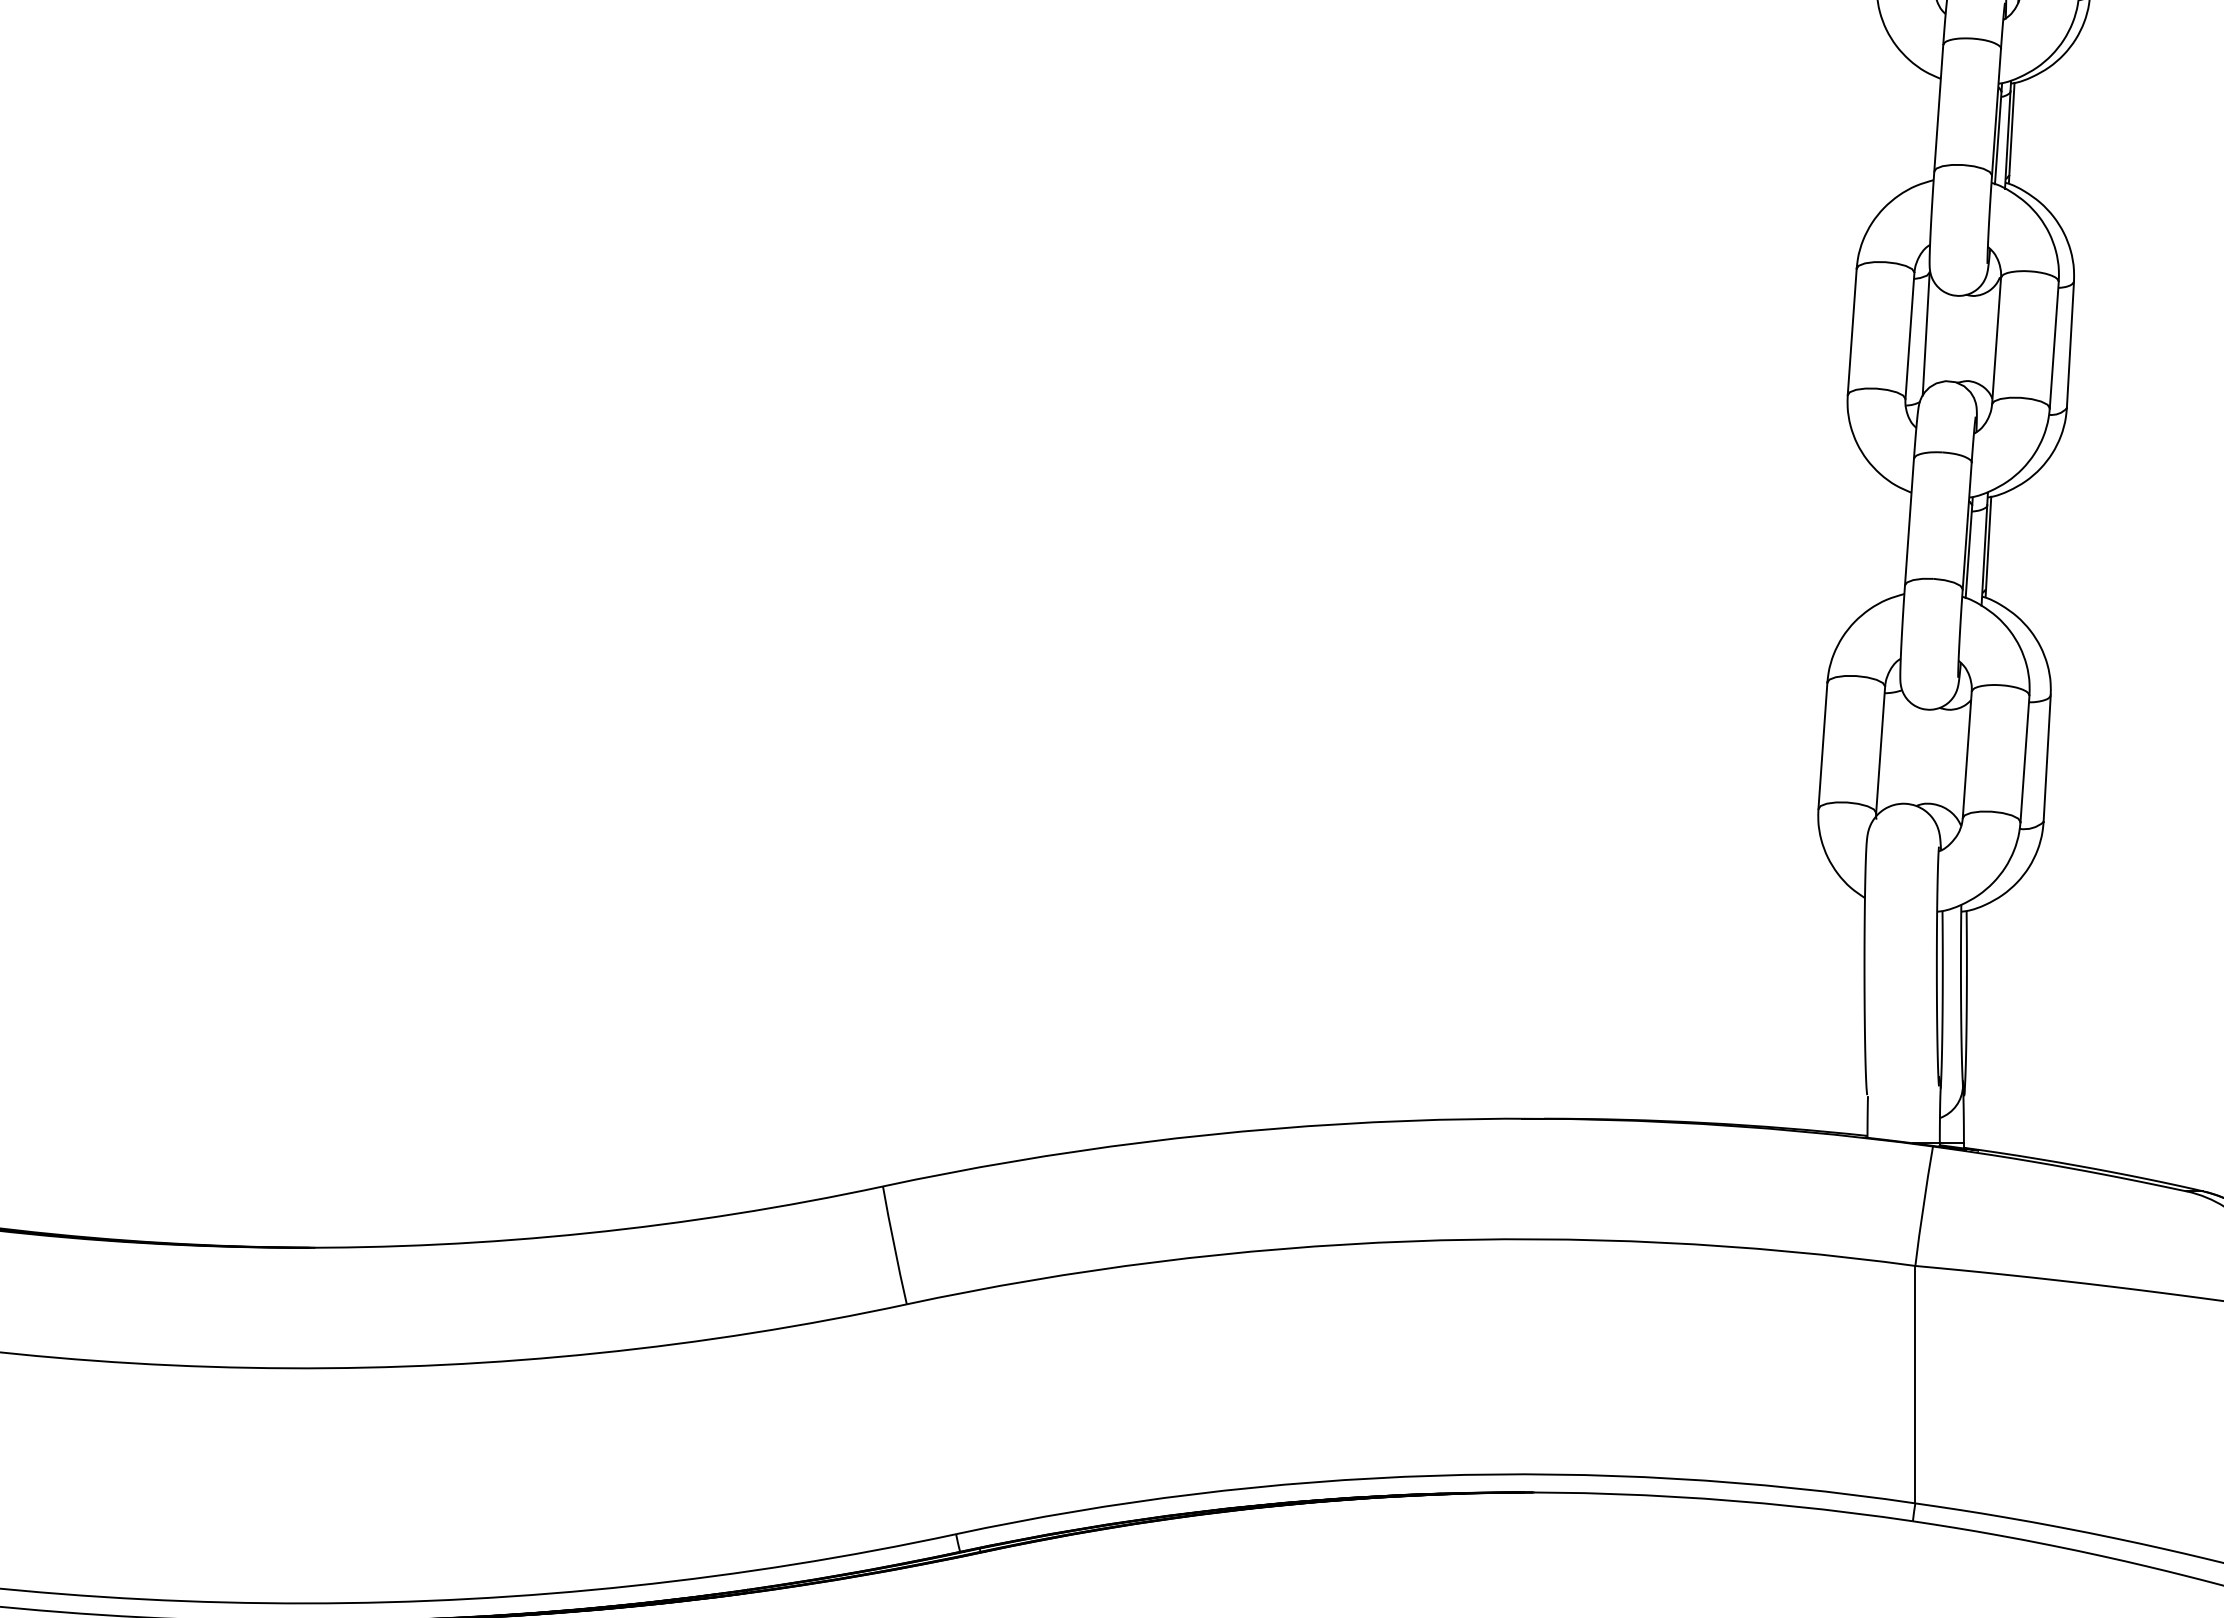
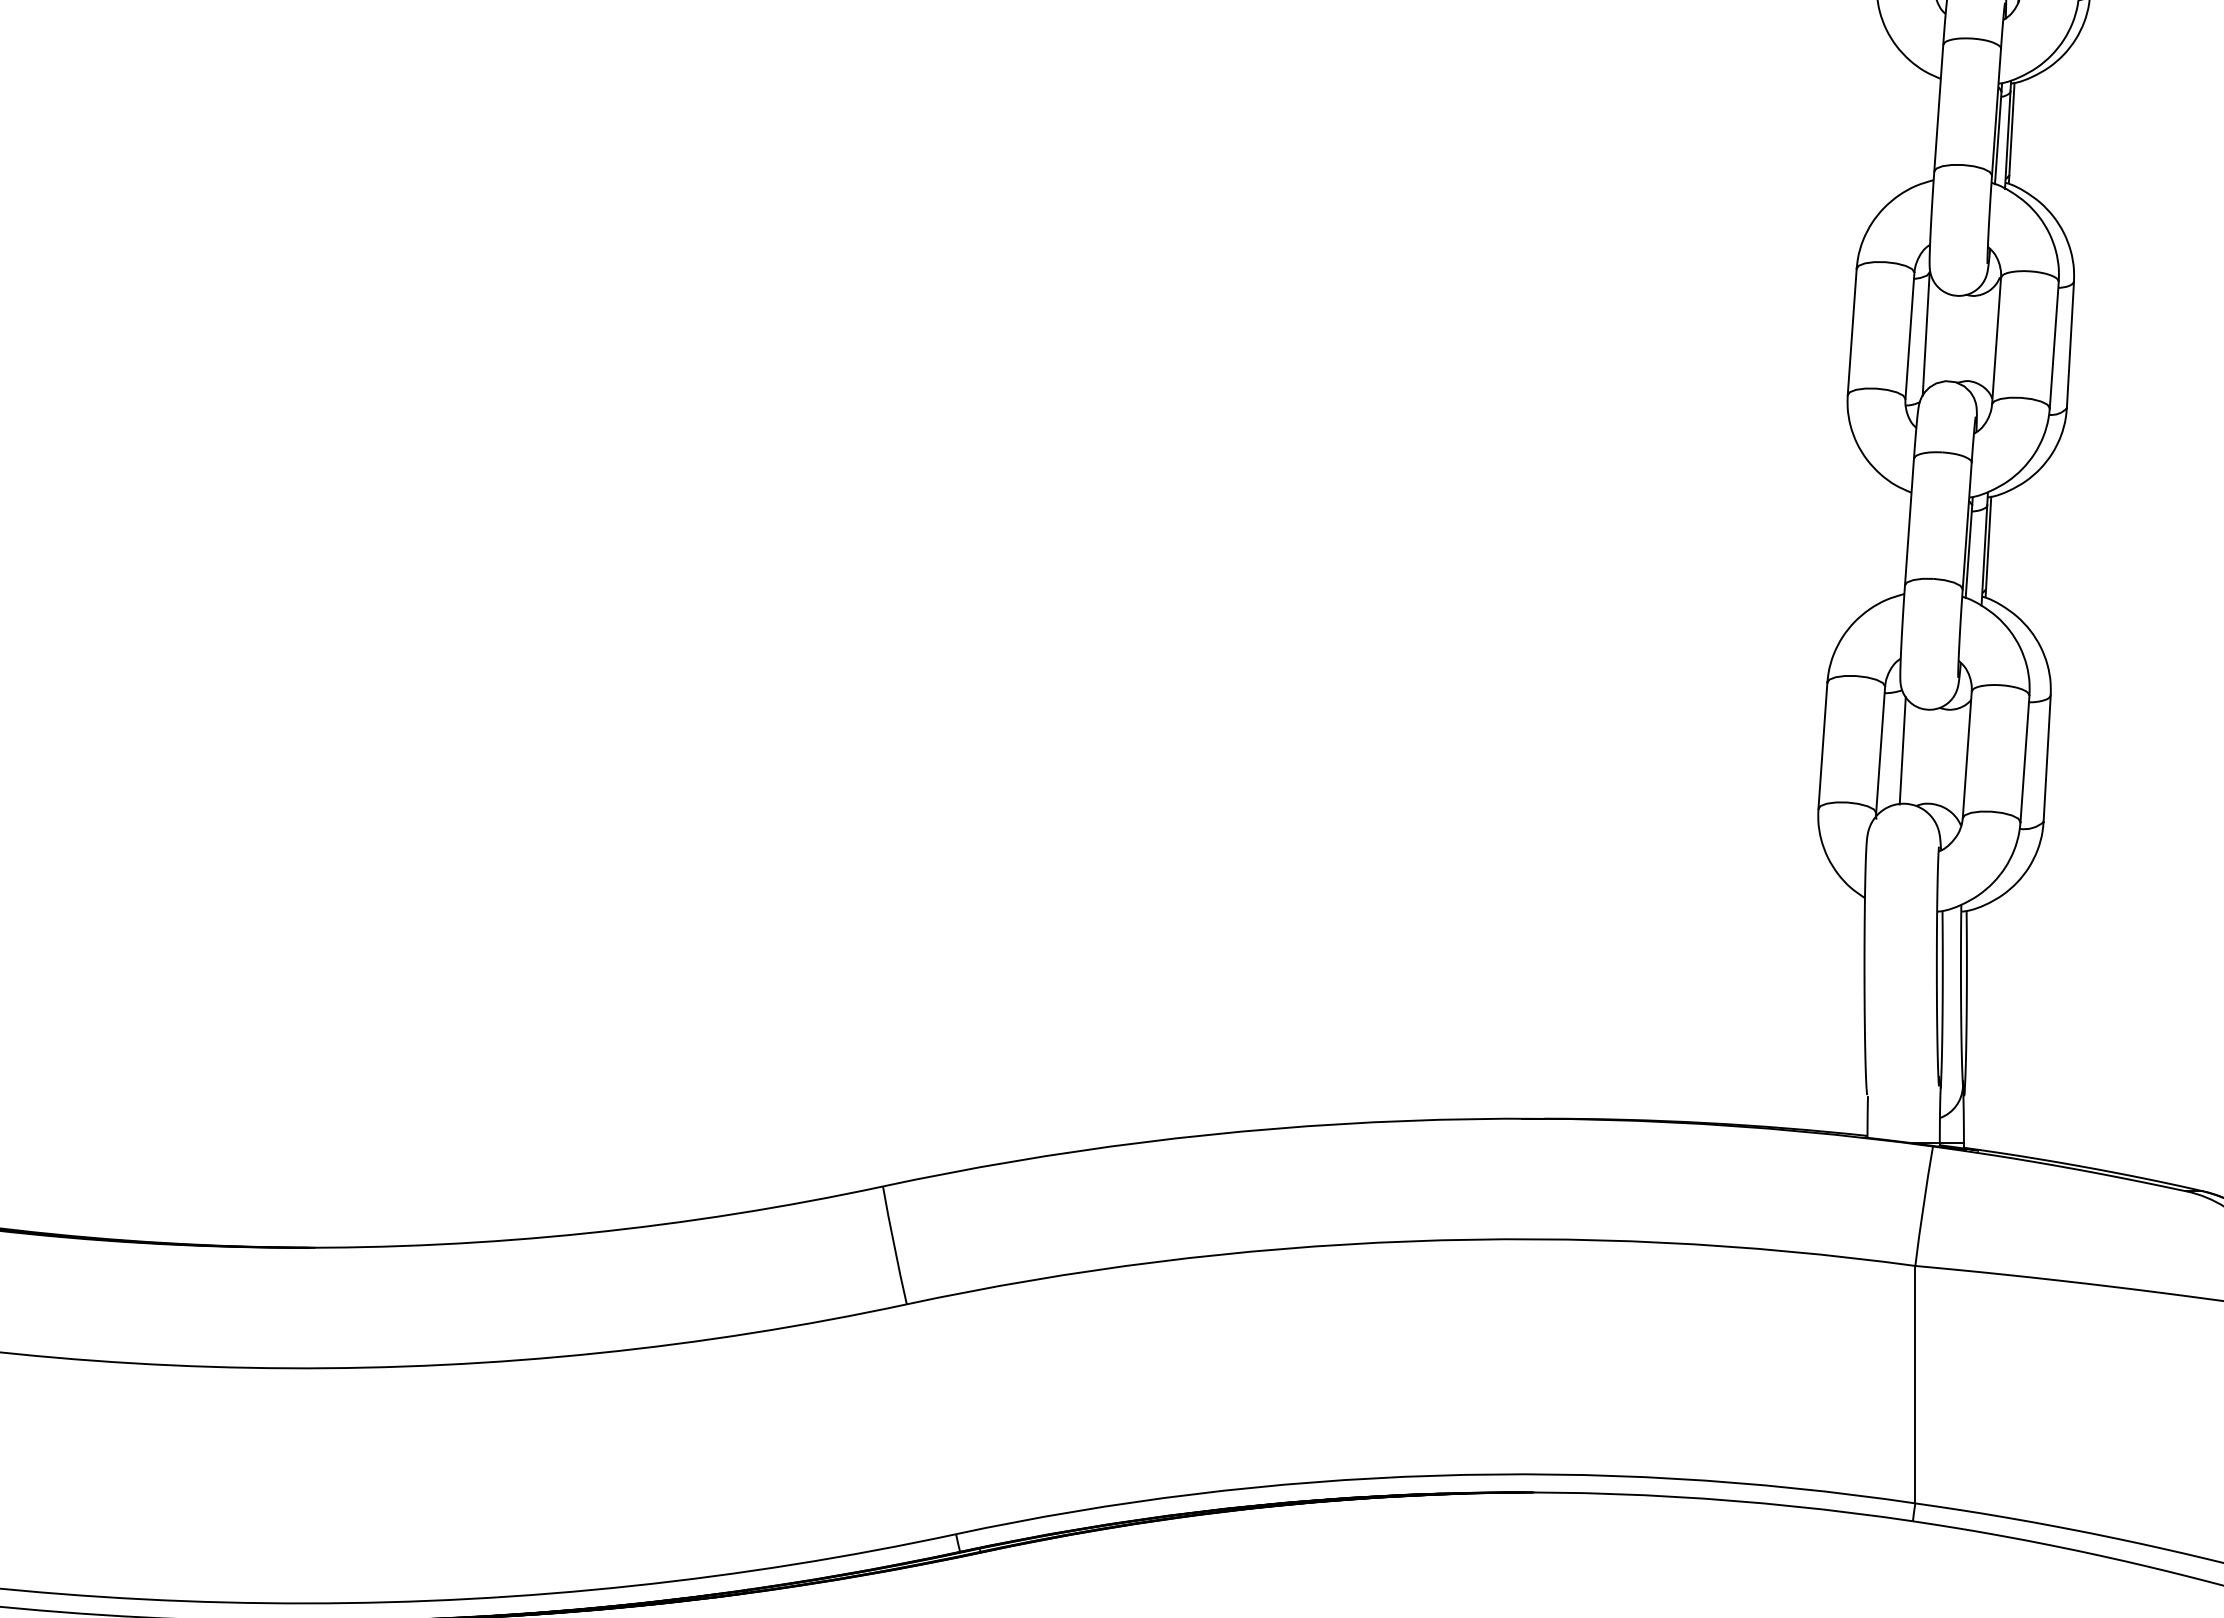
line at (1902, 750): none -> present
